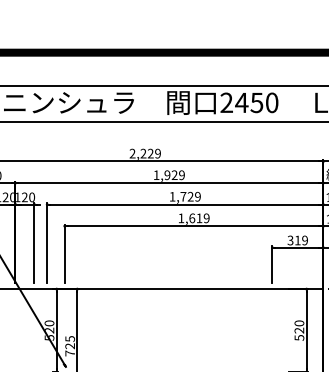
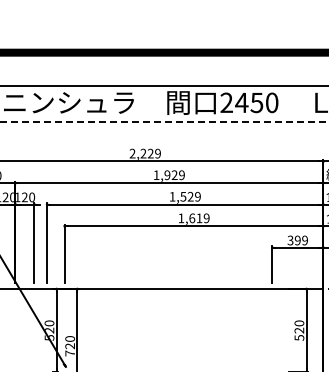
line at (164, 122): solid -> dashed
text at (183, 196): 1,729 -> 1,529
text at (297, 240): 319 -> 399
text at (69, 338): 725 -> 720
